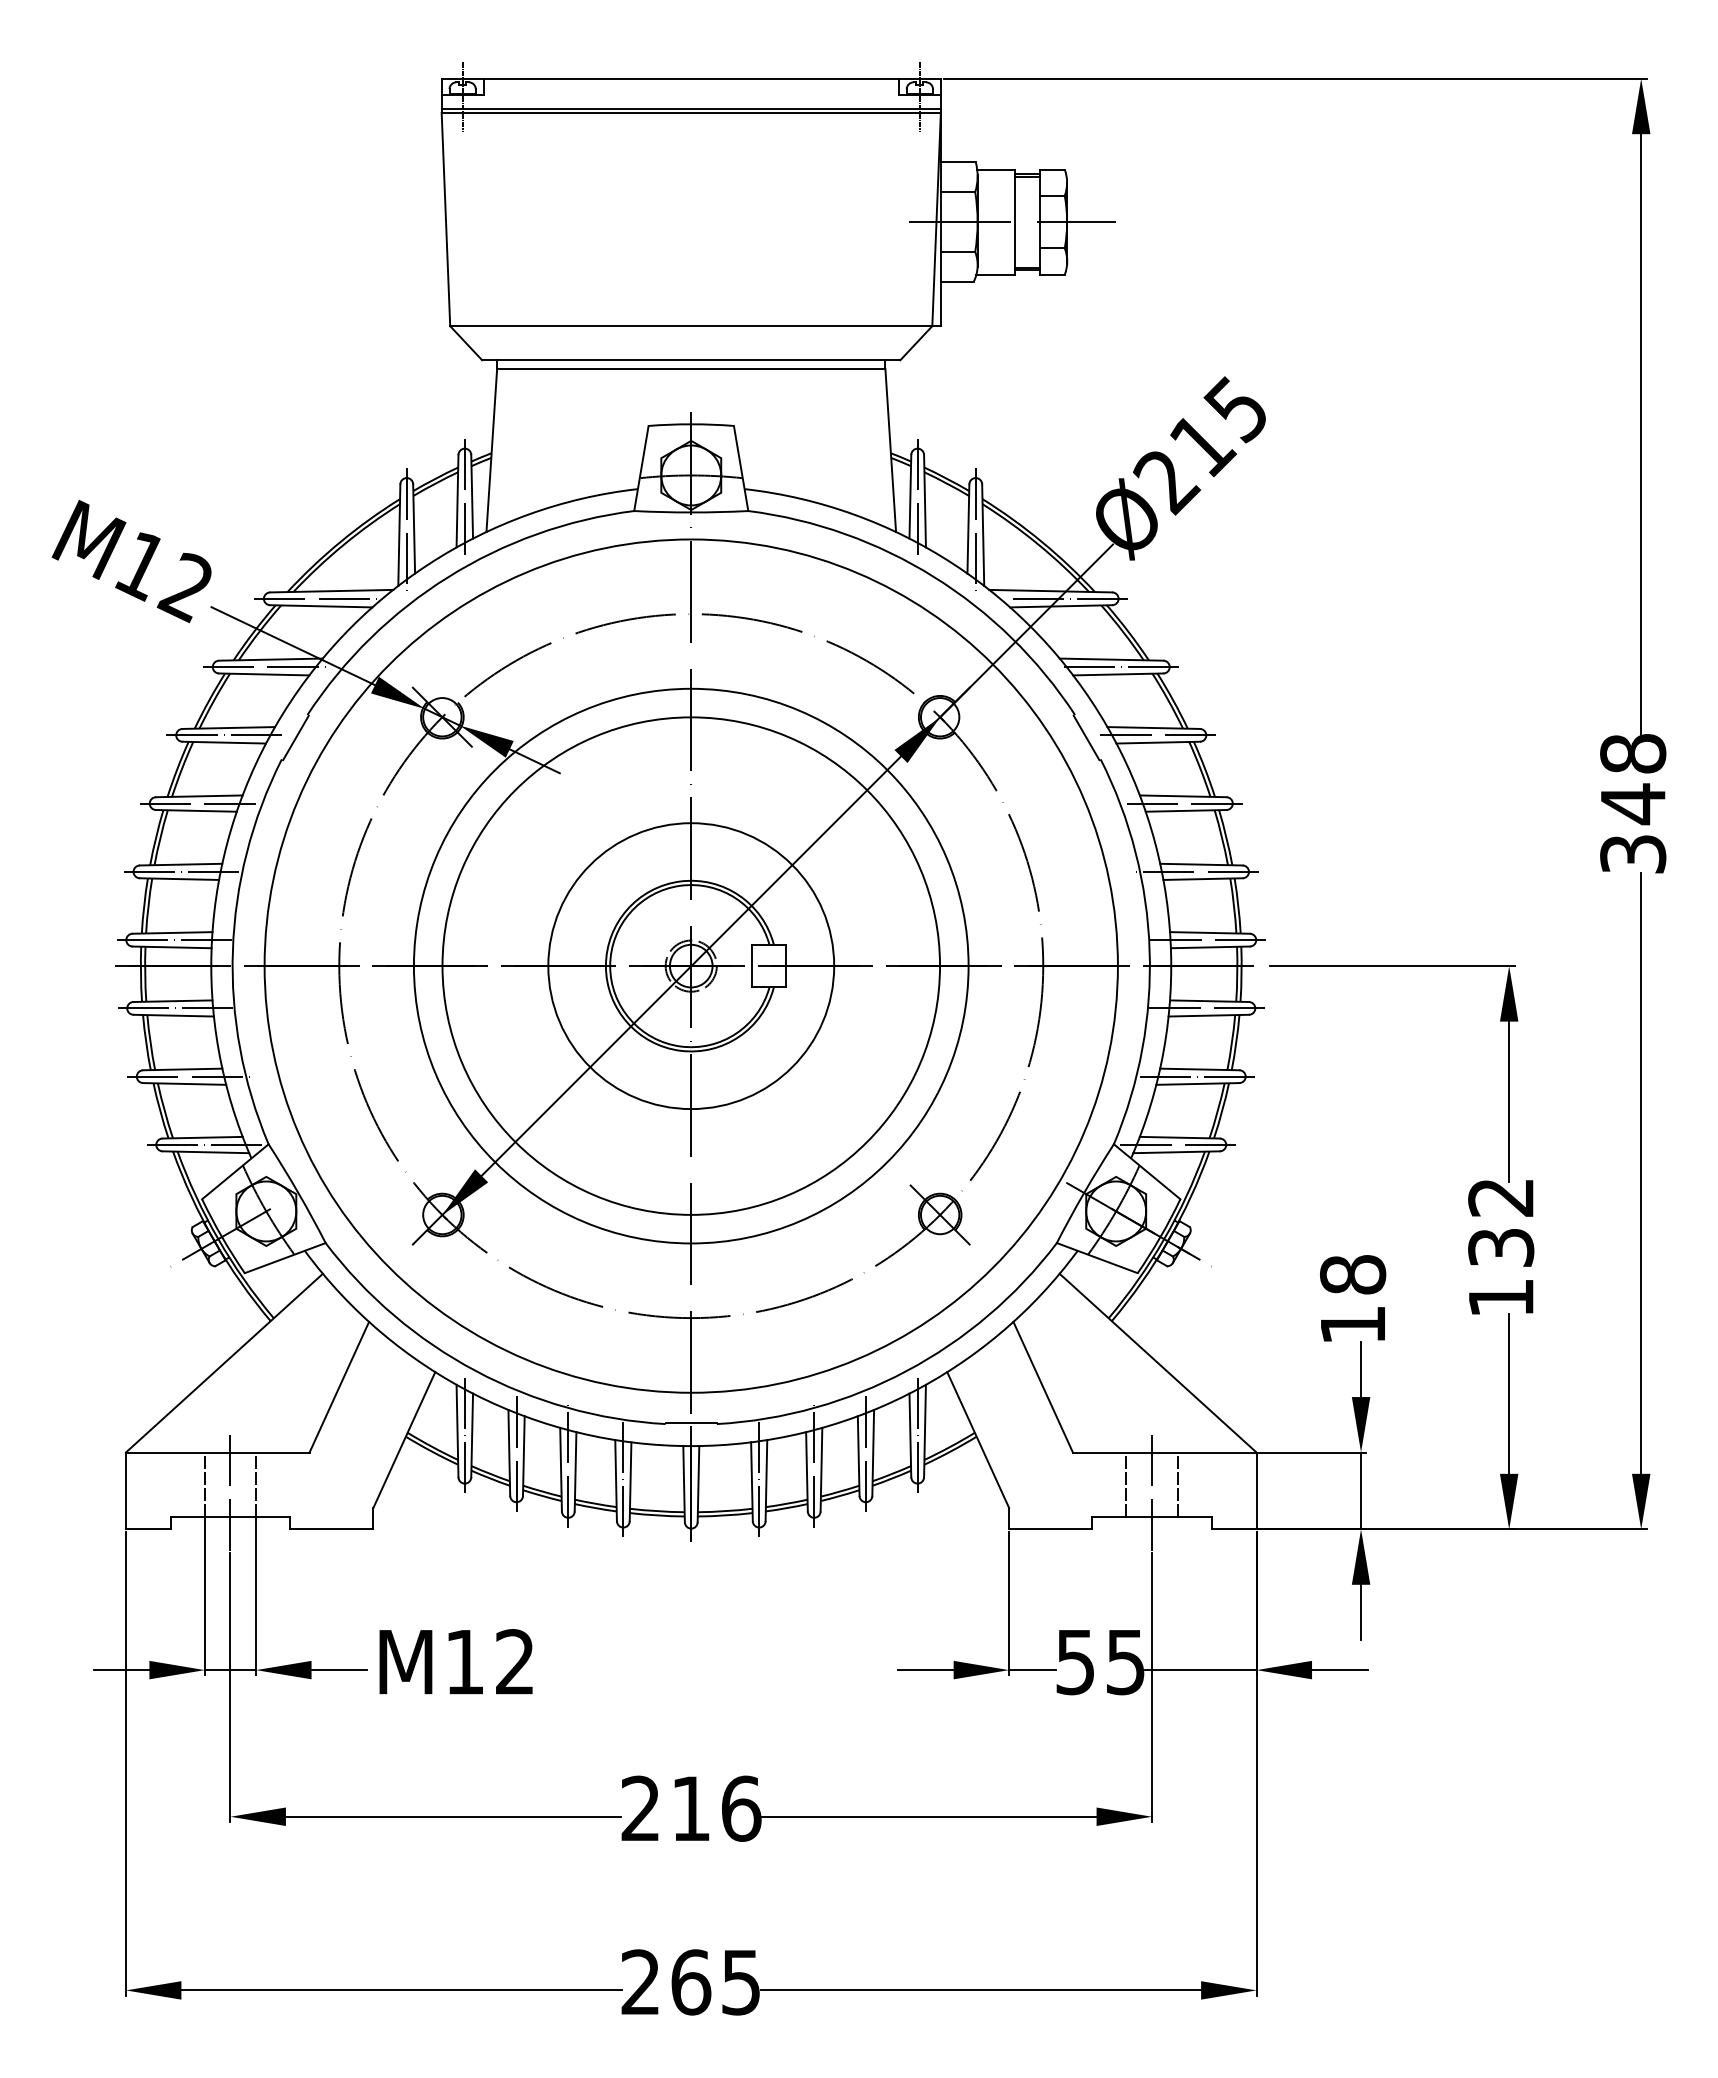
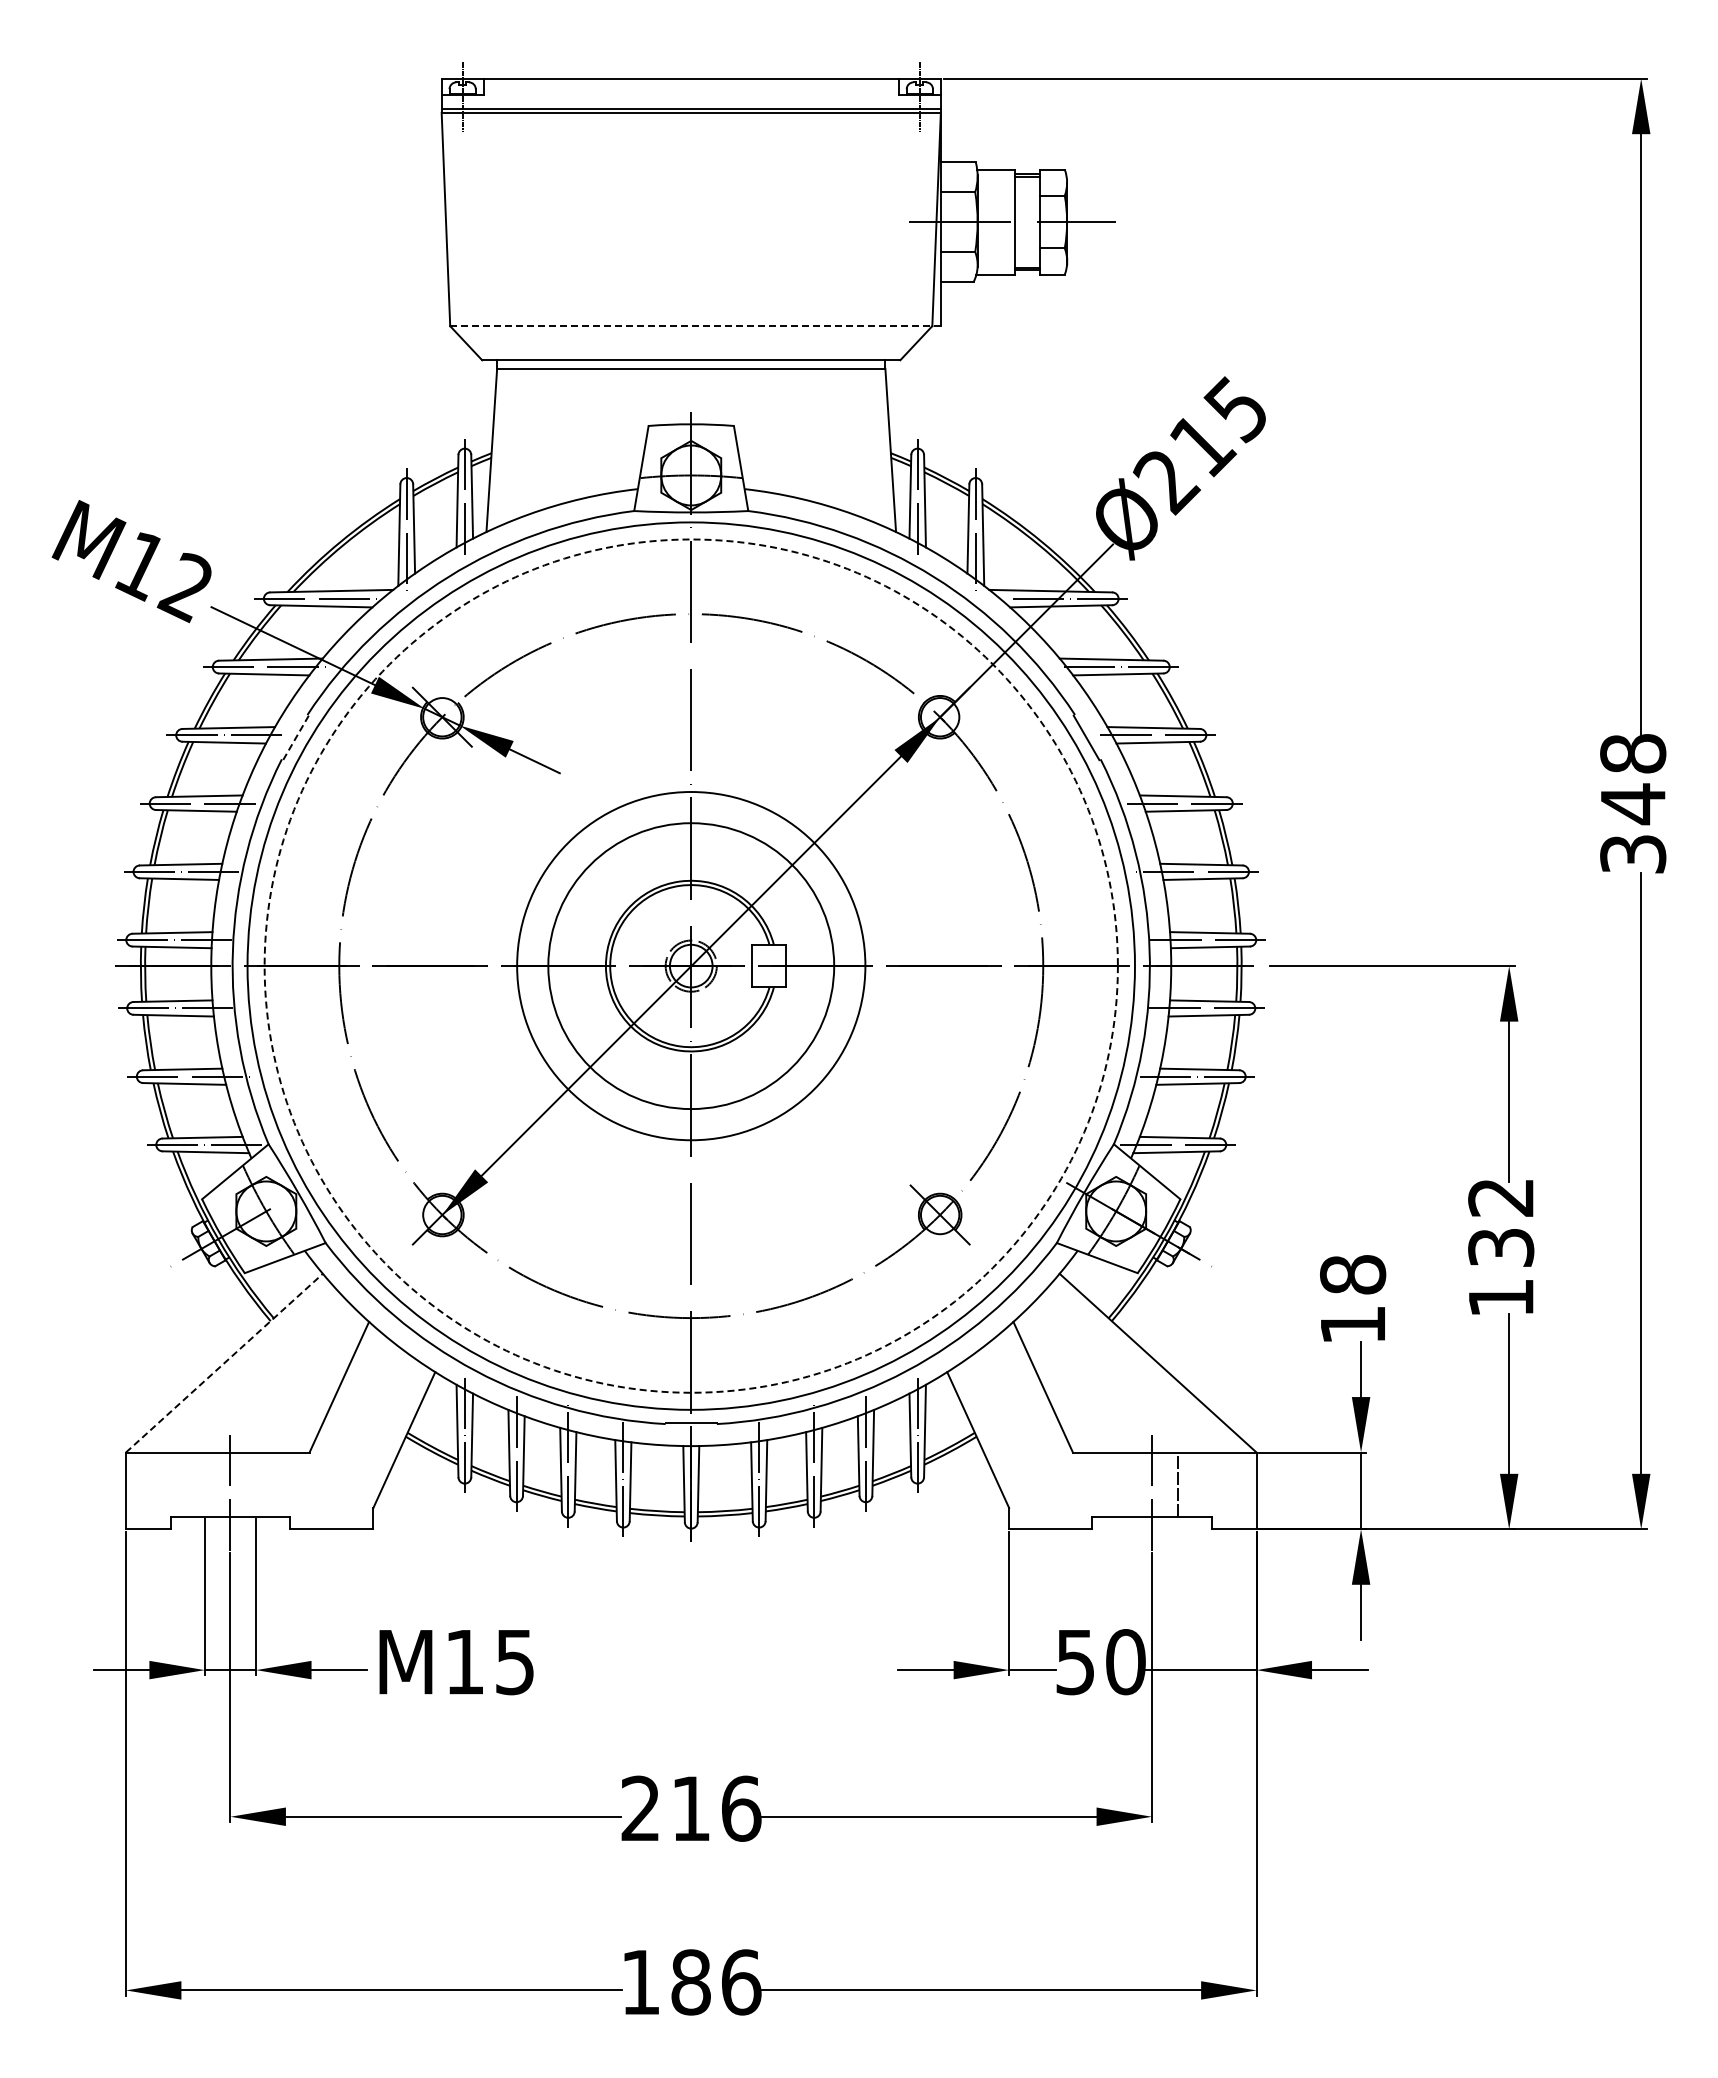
line at (696, 326): solid -> dashed
line at (295, 737): solid -> dashed
circle at (690, 965) diameter: 555 px -> 887 px
circle at (690, 965): solid -> dashed
circle at (691, 965) diameter: 498 px -> 348 px
line at (224, 1363): solid -> dashed
line at (204, 1484): present -> none
line at (256, 1484): present -> none
line at (1126, 1484): present -> none
text at (514, 1662): M12 -> M15
text at (1125, 1662): 55 -> 50
text at (691, 1982): 265 -> 186
